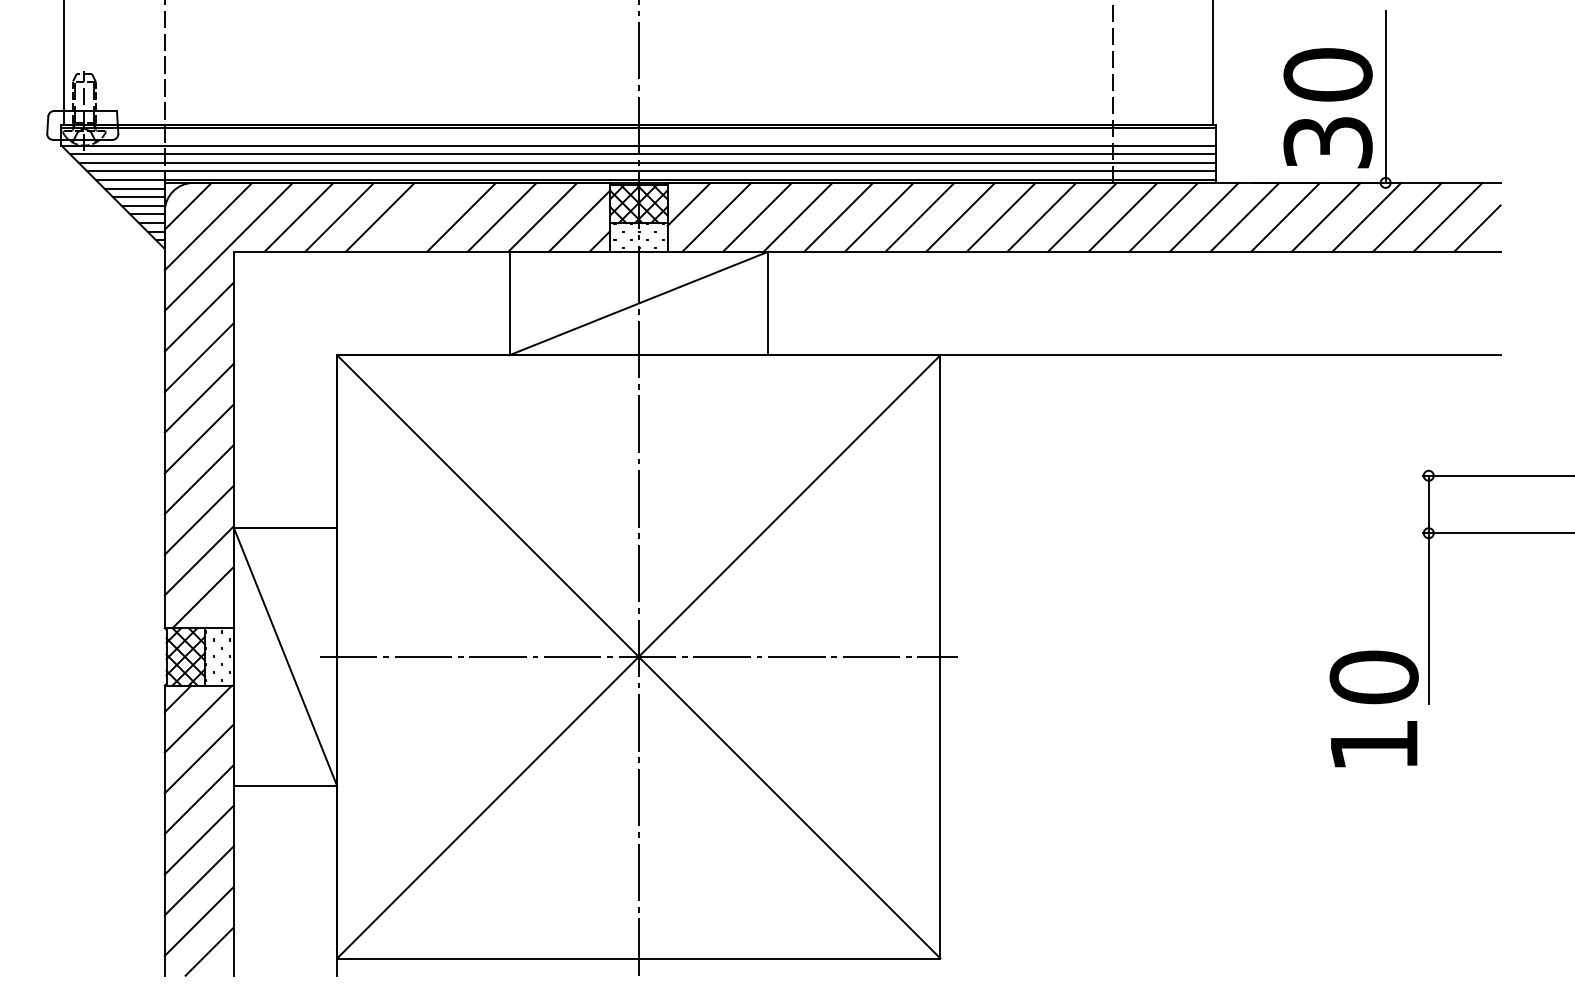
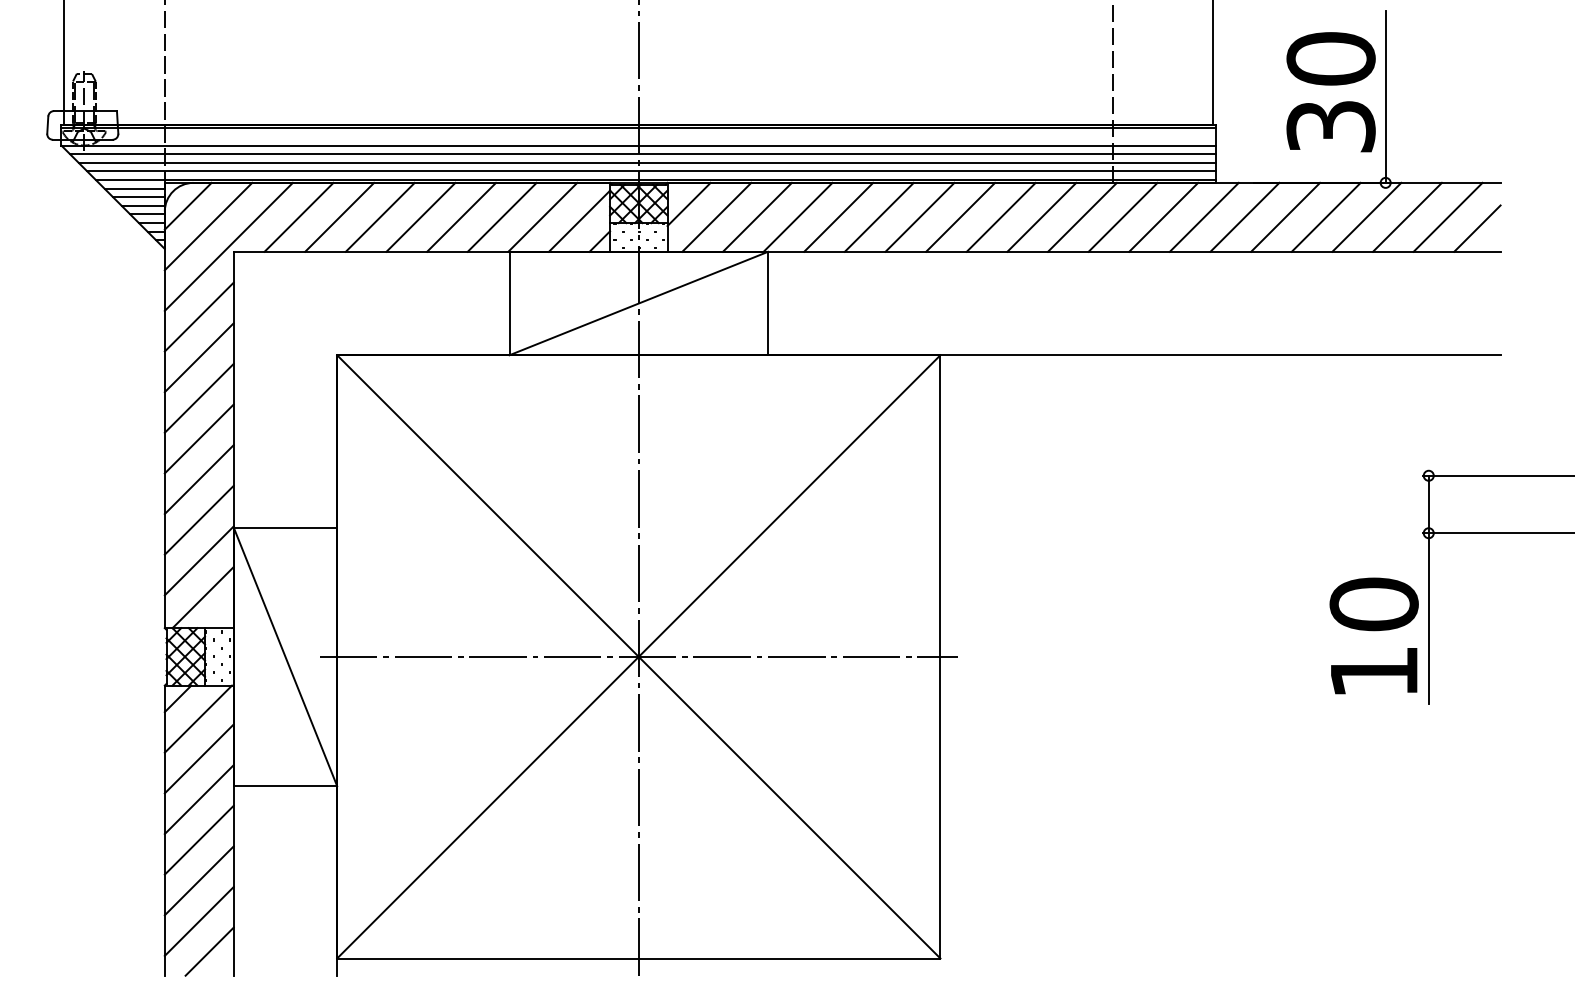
text at (1327, 108) position: (1327, 108) -> (1330, 92)
line at (420, 216): none -> present
text at (1373, 708) position: (1373, 708) -> (1373, 635)
